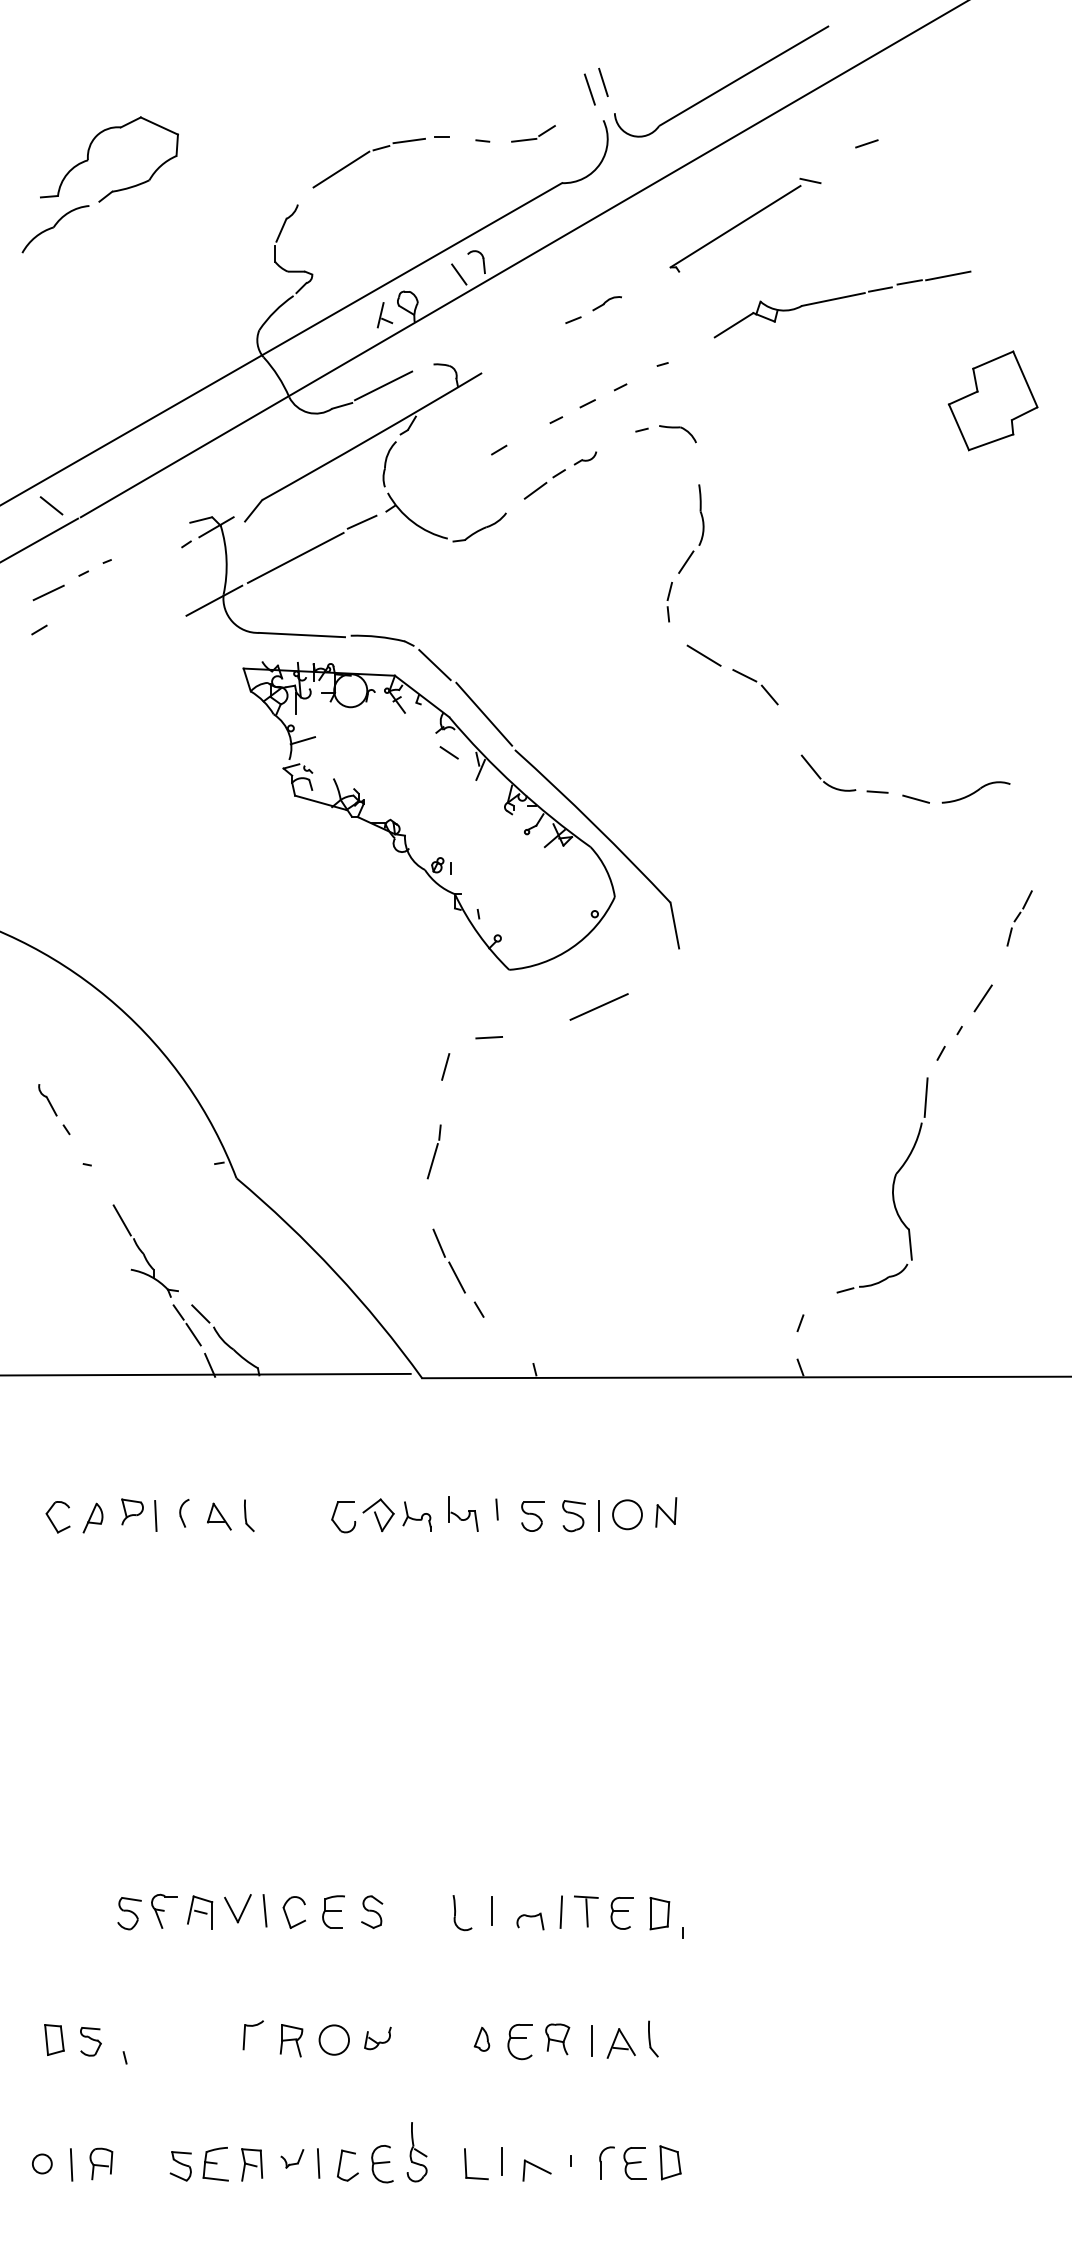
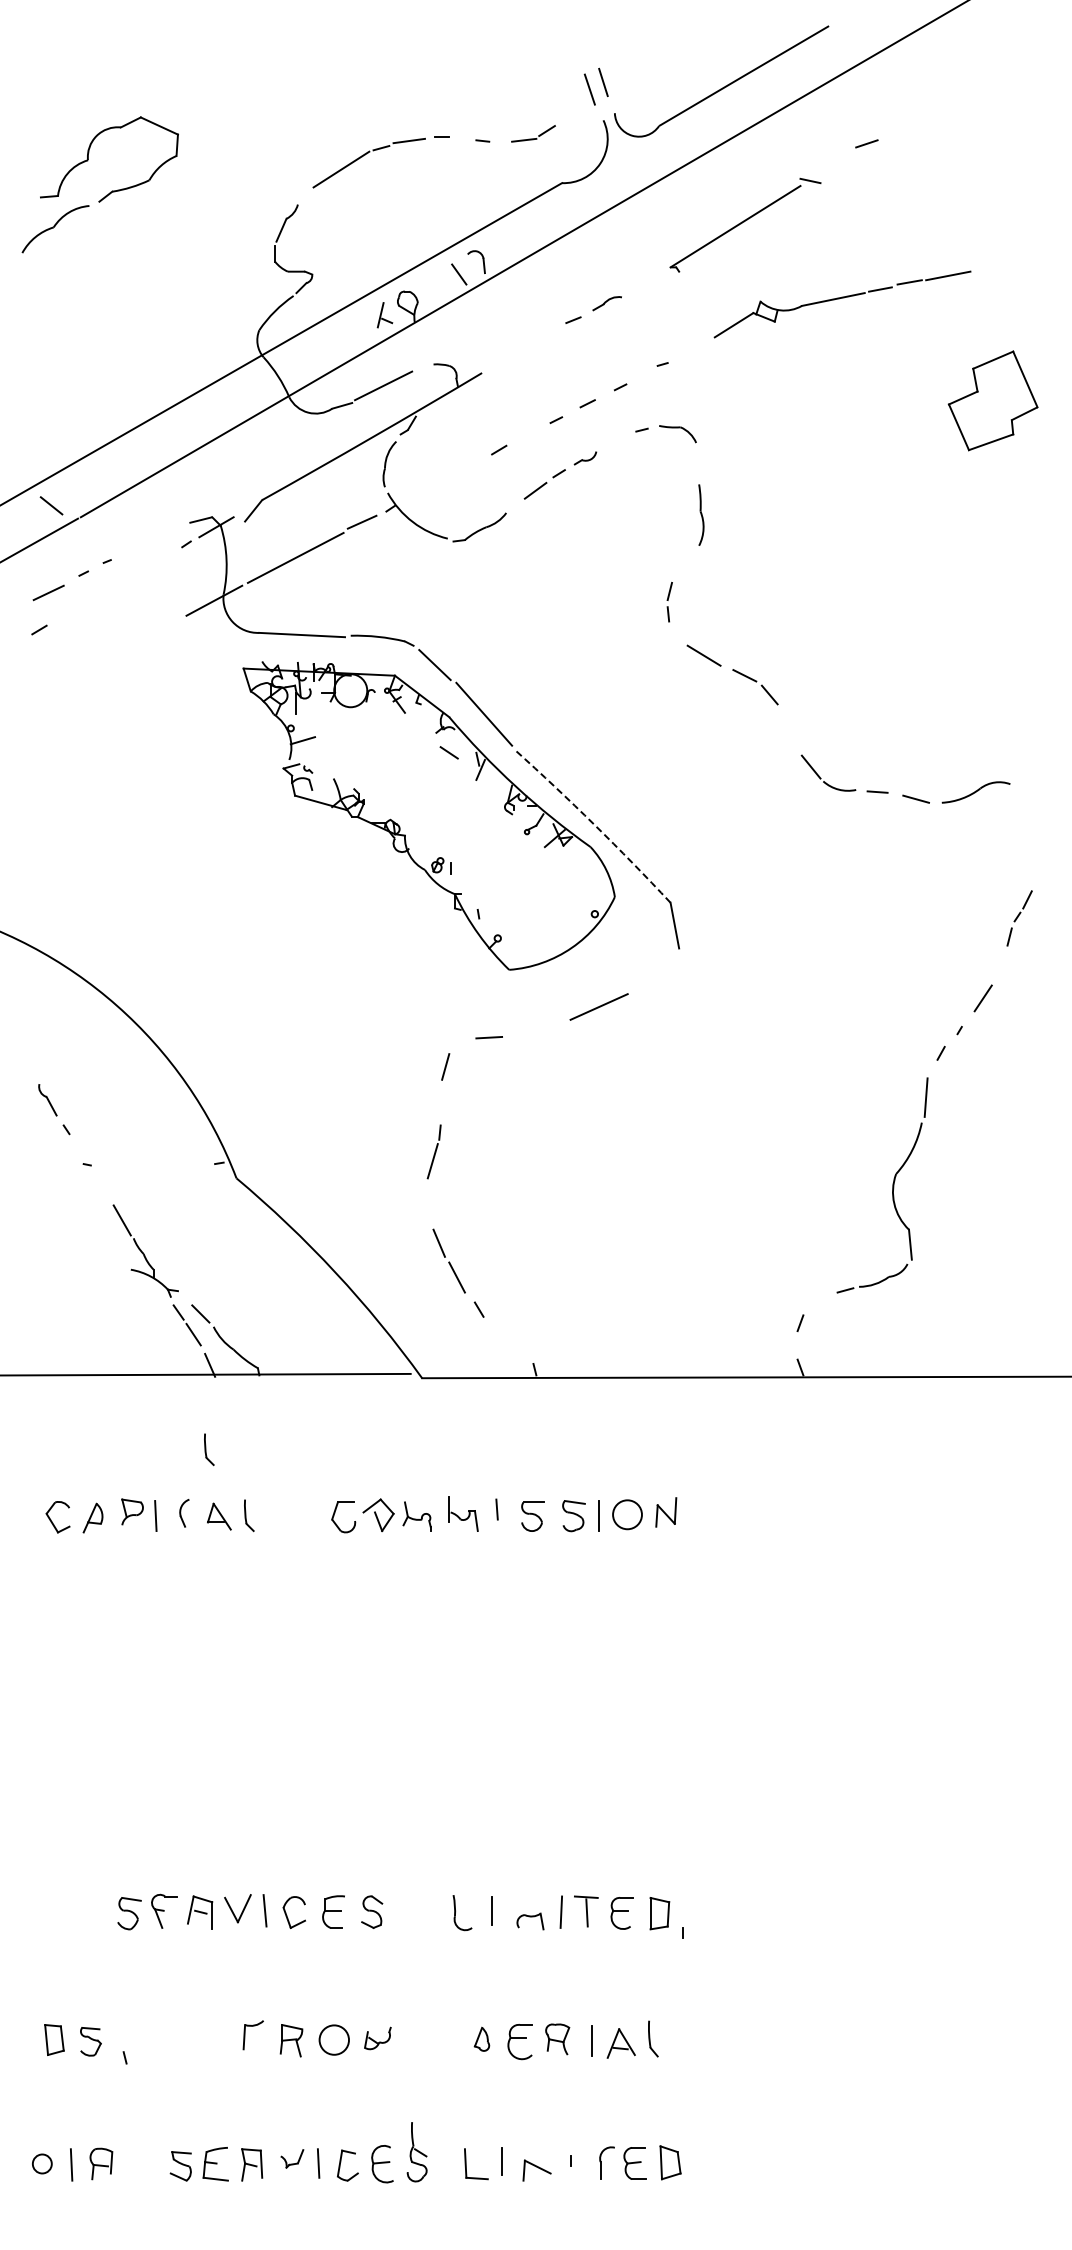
line at (686, 561): present -> none
arc at (594, 824): solid -> dashed
part at (209, 1449): none -> present
